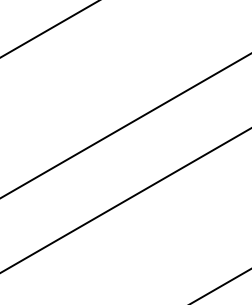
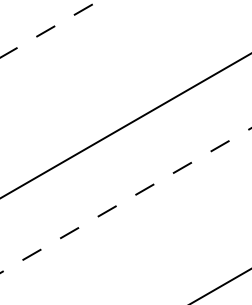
line at (50, 28): solid -> dashed
line at (125, 200): solid -> dashed
